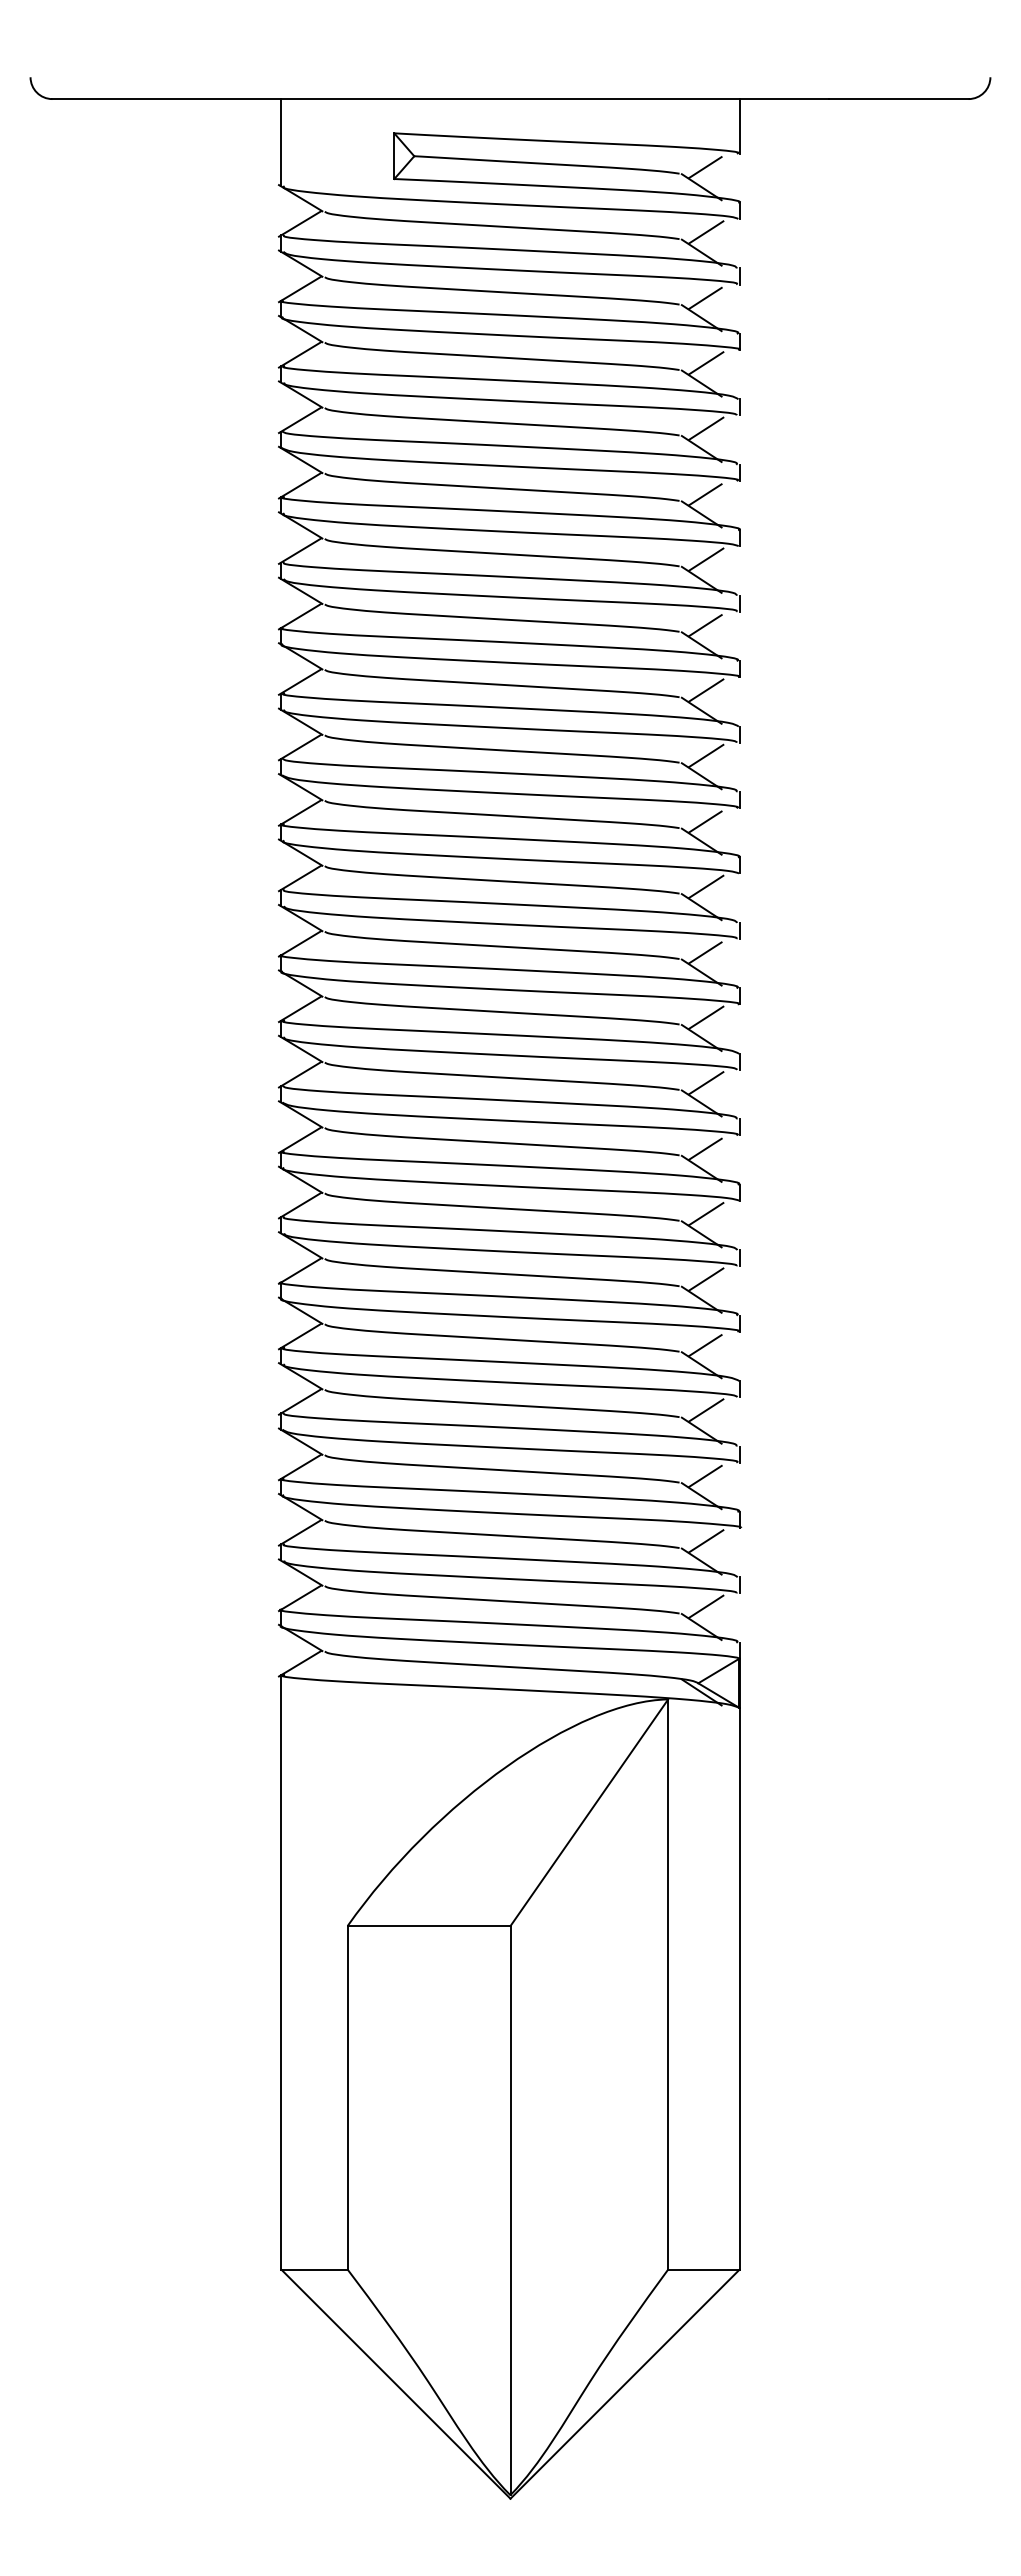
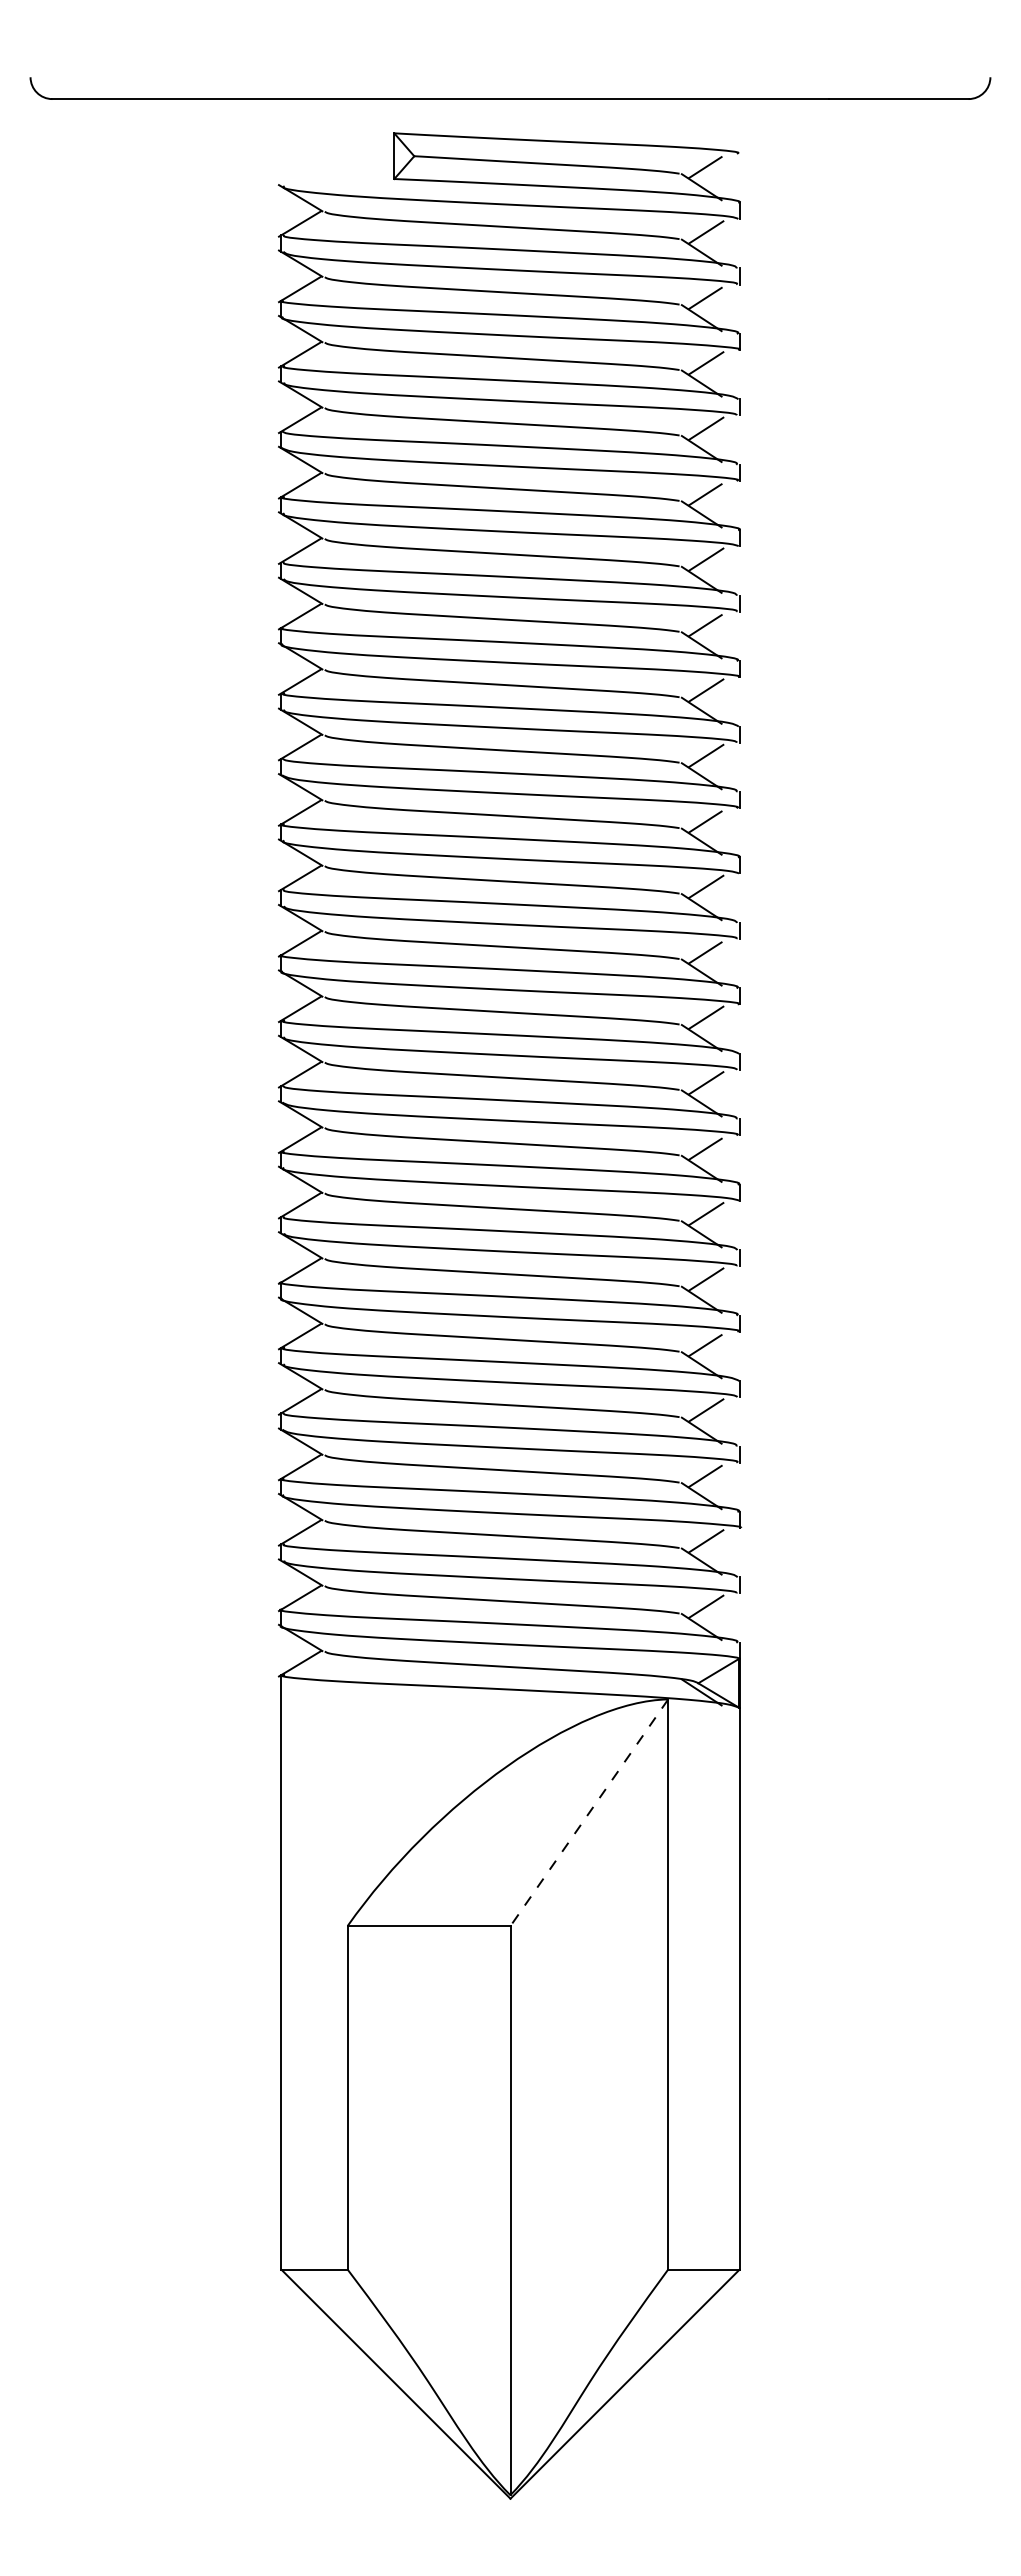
line at (739, 126): present -> none
line at (281, 142): present -> none
line at (589, 1812): solid -> dashed
